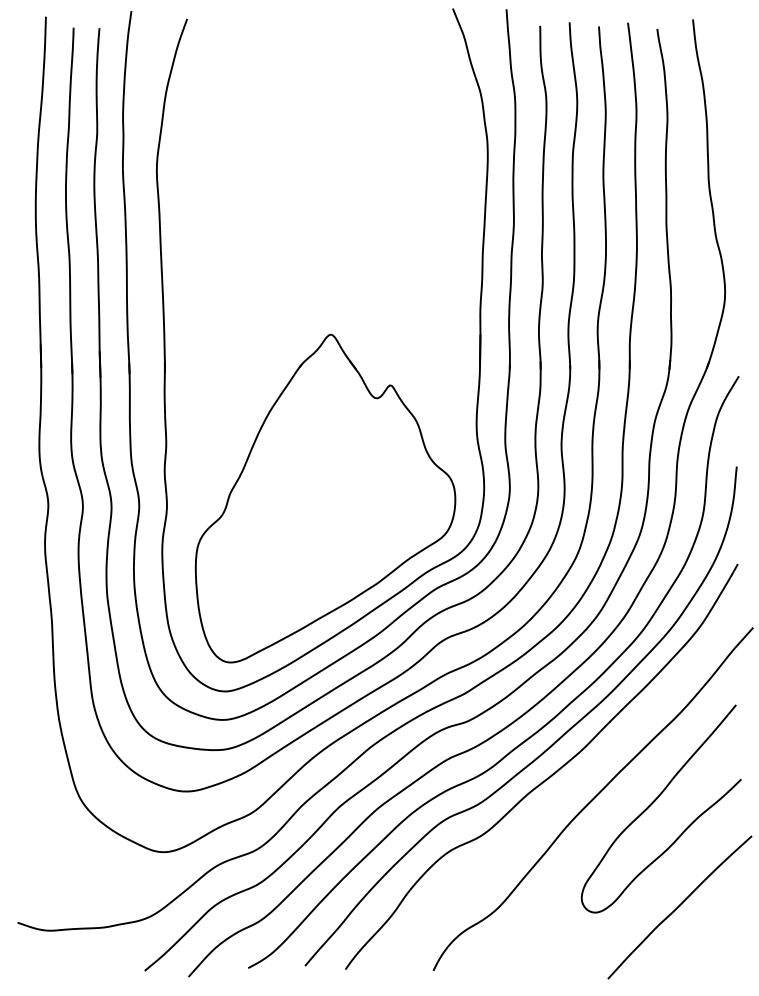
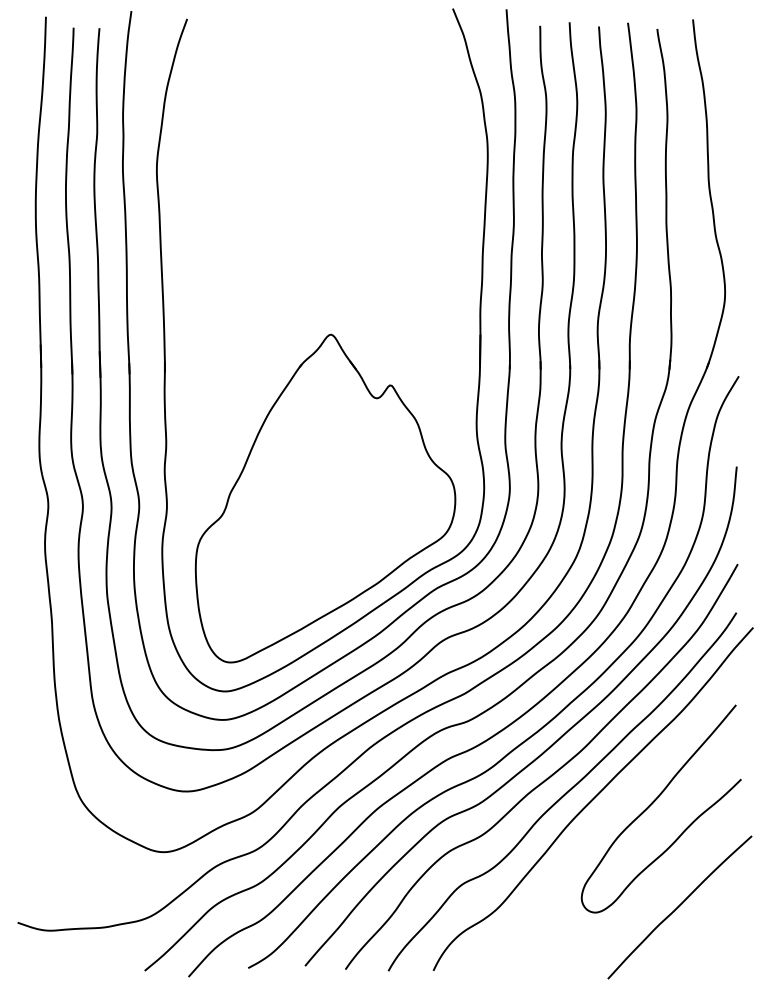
curve at (564, 793): none -> present
